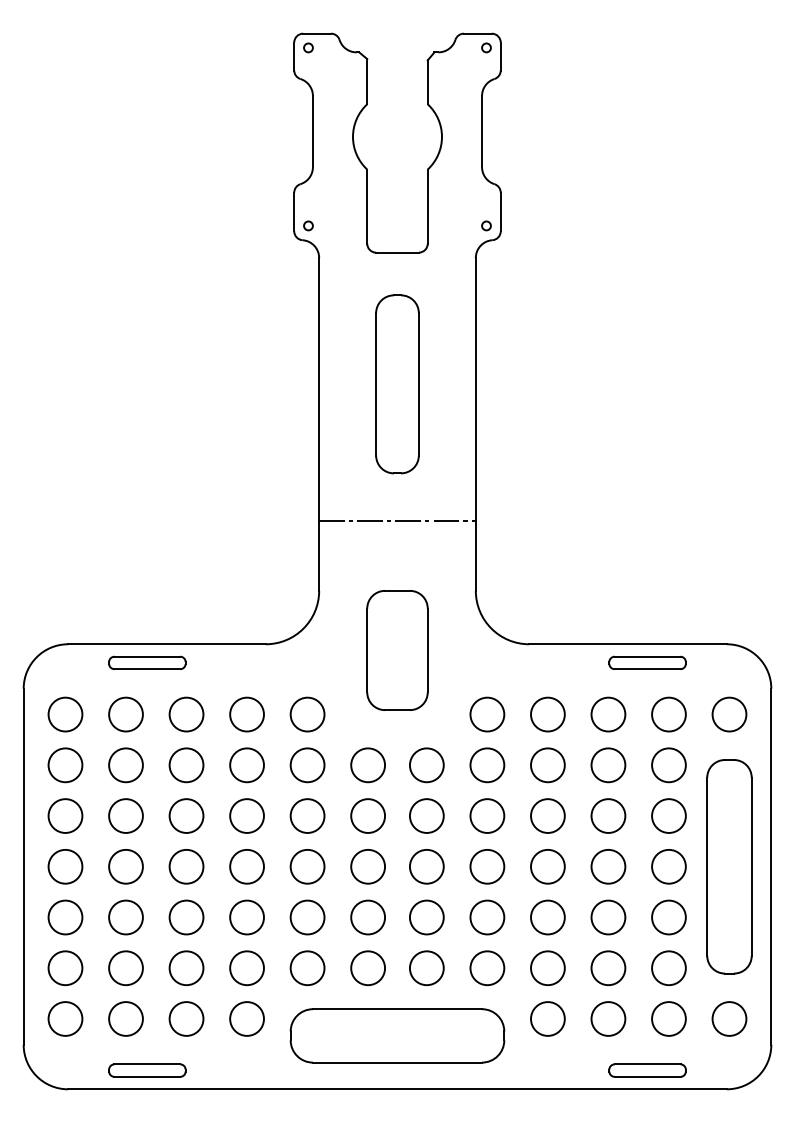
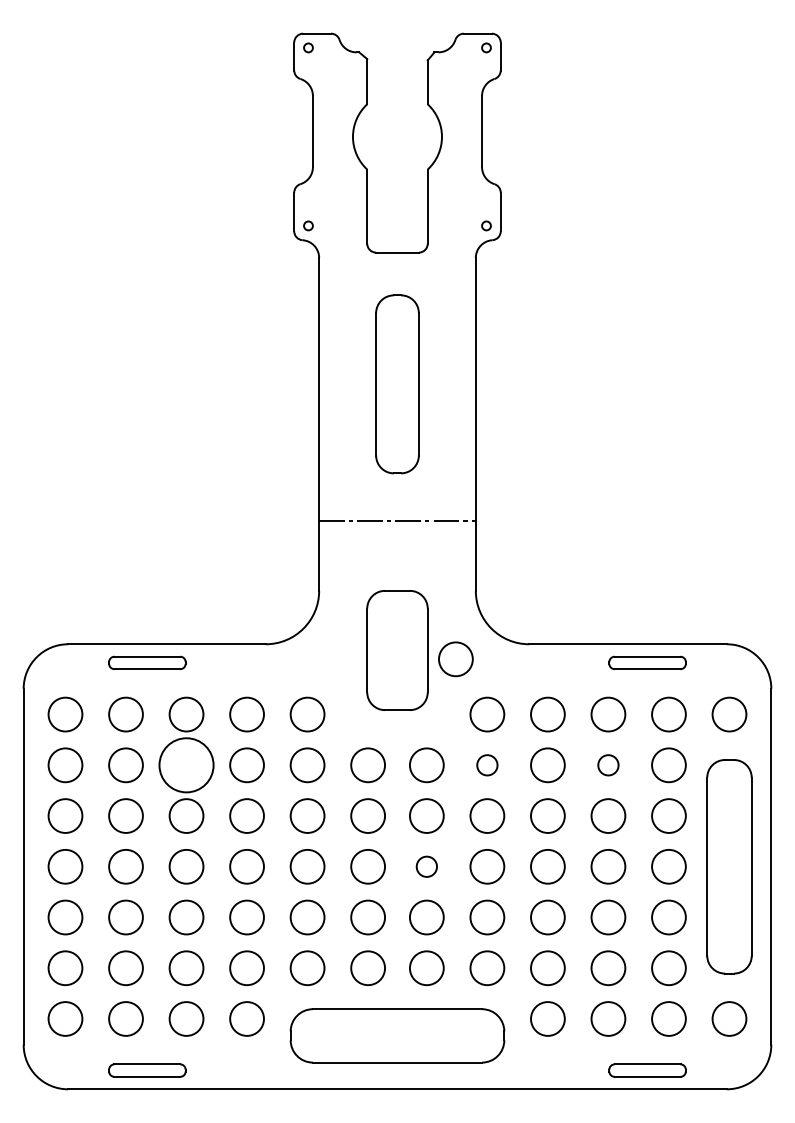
circle at (455, 659): none -> present
circle at (186, 765) diameter: 34 px -> 54 px
circle at (487, 765) diameter: 34 px -> 20 px
circle at (608, 765) diameter: 34 px -> 20 px
circle at (426, 866) diameter: 34 px -> 20 px
